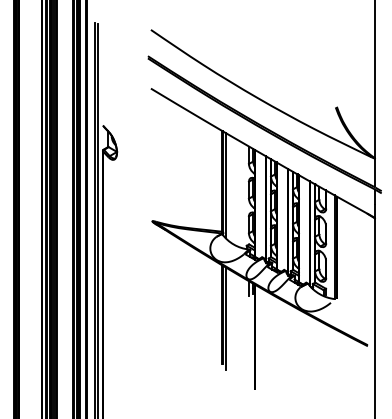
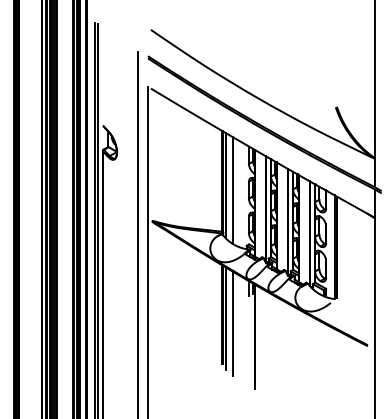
line at (232, 190): none -> present
line at (138, 233): none -> present
line at (147, 251): none -> present
line at (232, 323): none -> present
